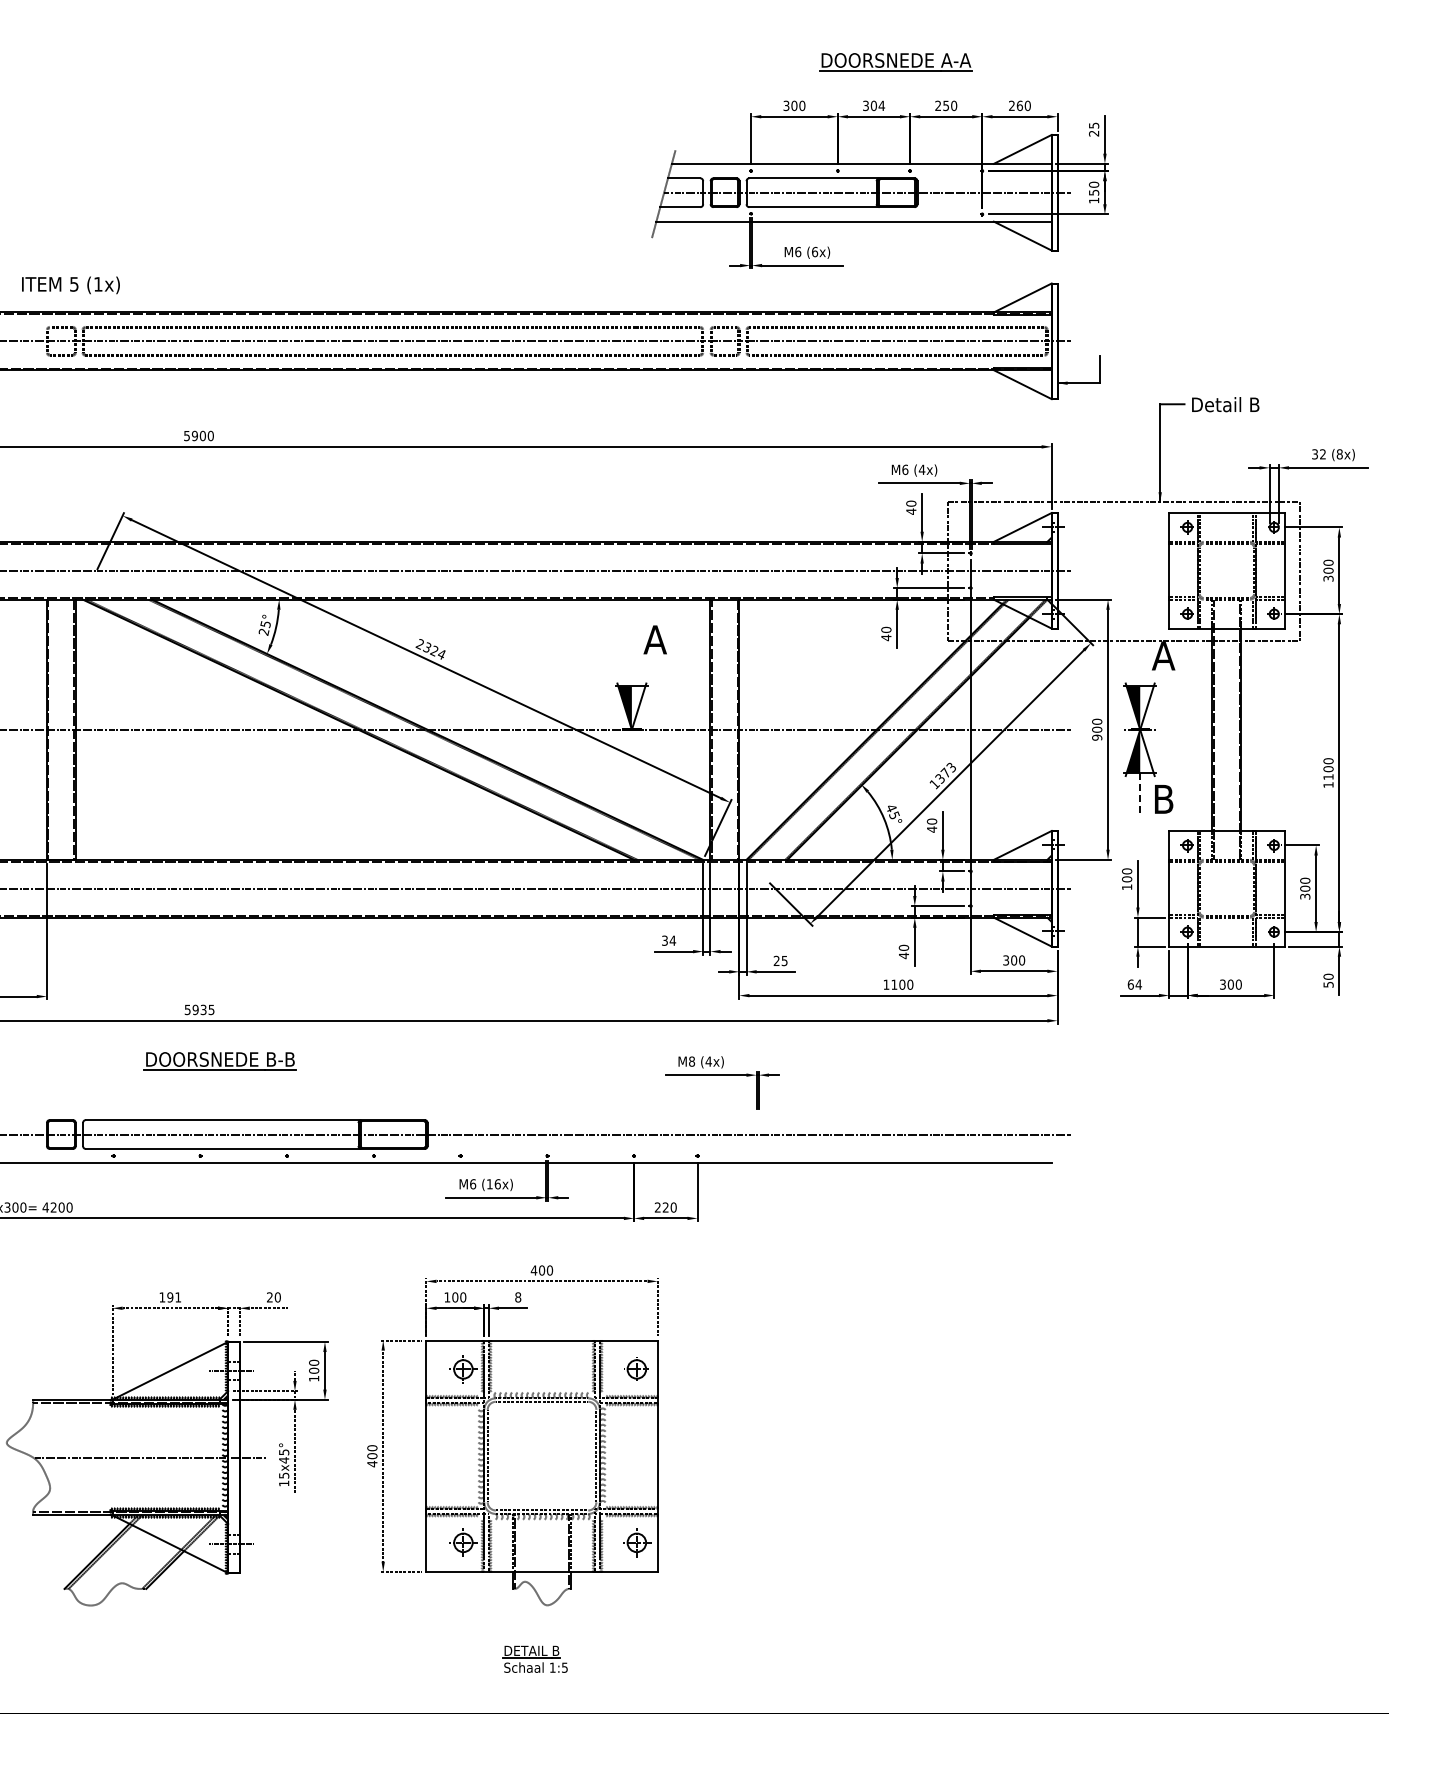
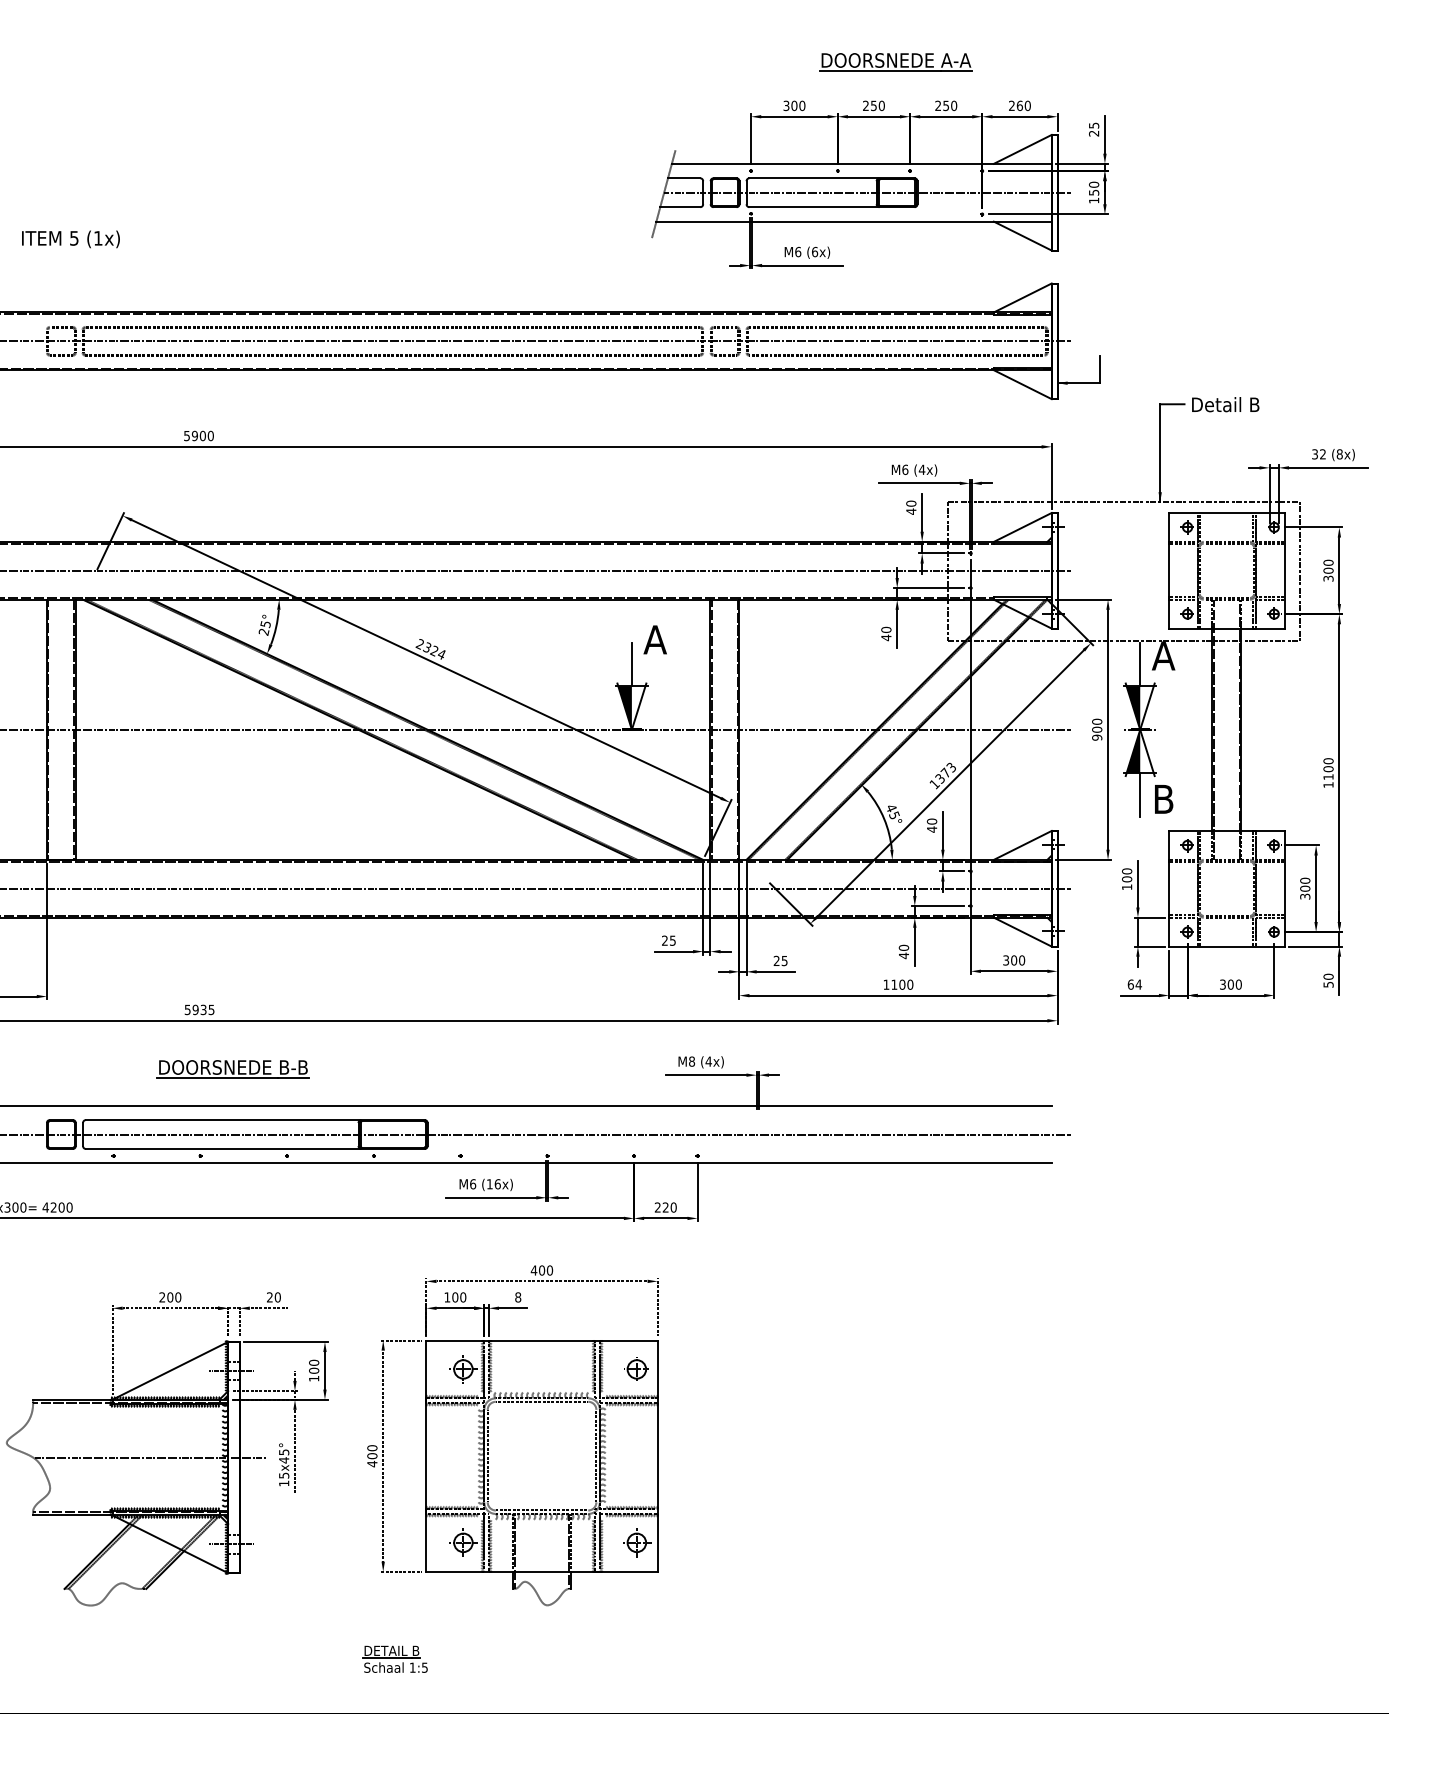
text at (874, 105): 304 -> 250
text at (70, 285) position: (70, 285) -> (70, 239)
line at (631, 664): none -> present
line at (1140, 664): none -> present
line at (1140, 794): dashed -> solid
text at (669, 940): 34 -> 25
part at (219, 1061) position: (219, 1061) -> (232, 1069)
line at (526, 1105): none -> present
text at (170, 1297): 191 -> 200
part at (534, 1658) position: (534, 1658) -> (394, 1658)
